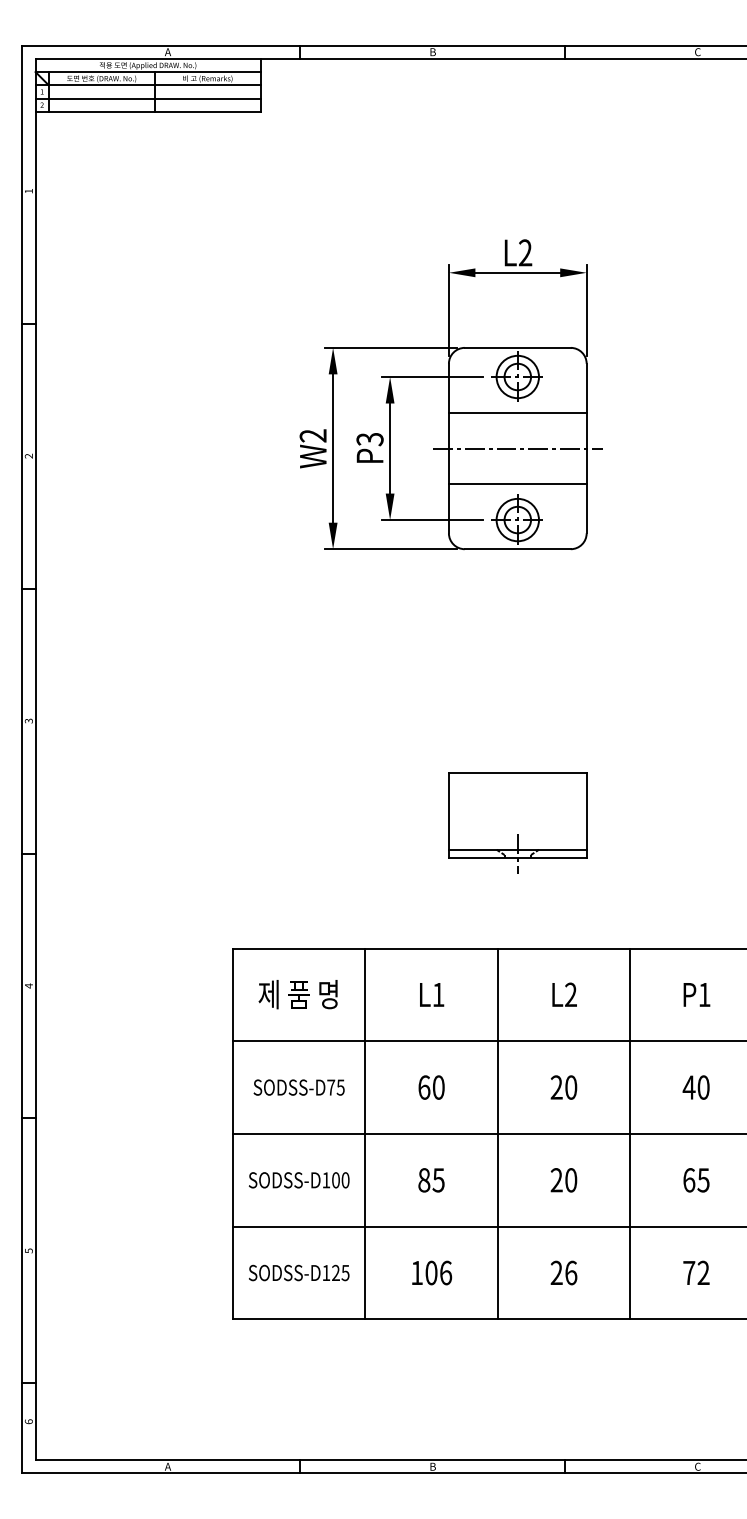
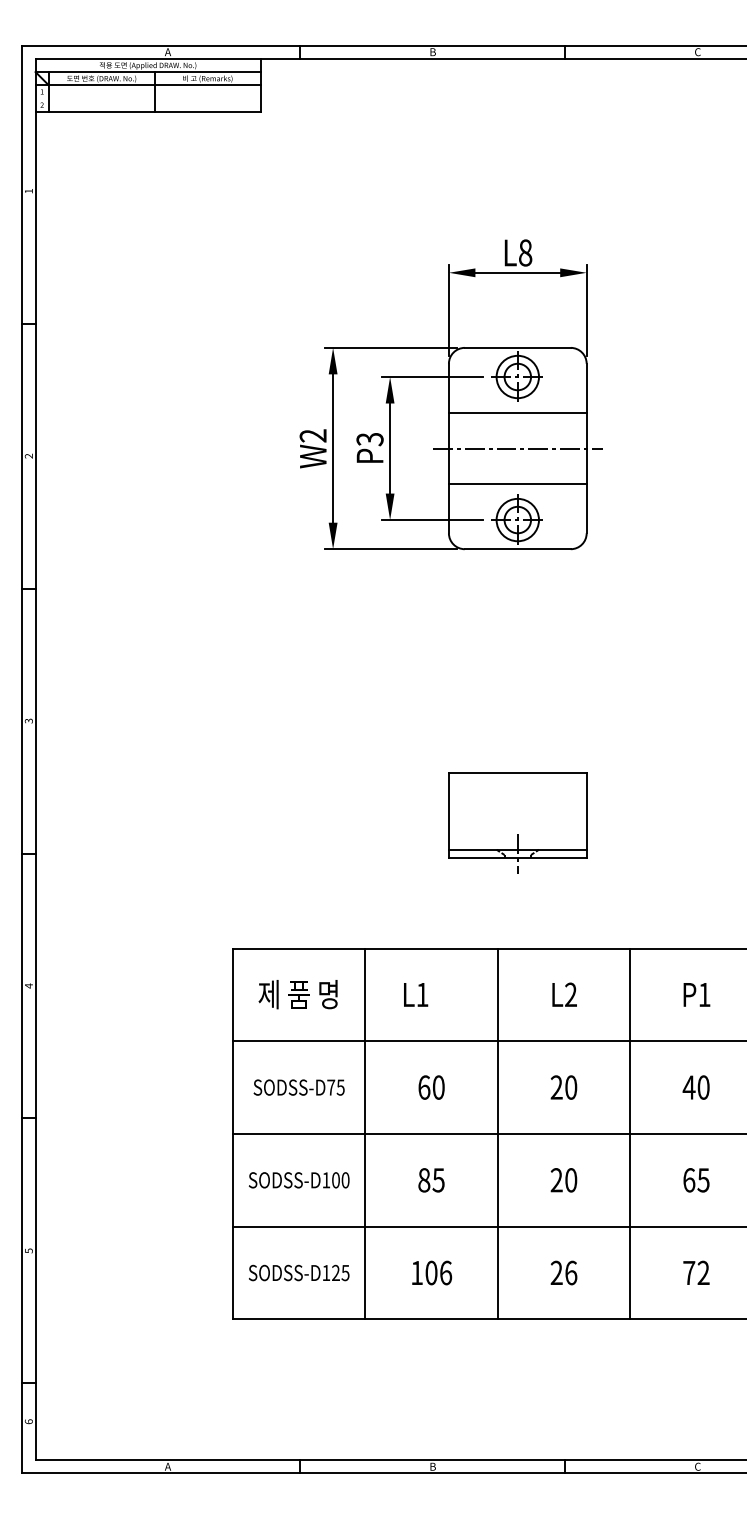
line at (147, 98): present -> none
text at (525, 252): L2 -> L8
text at (432, 994) position: (432, 994) -> (416, 994)
